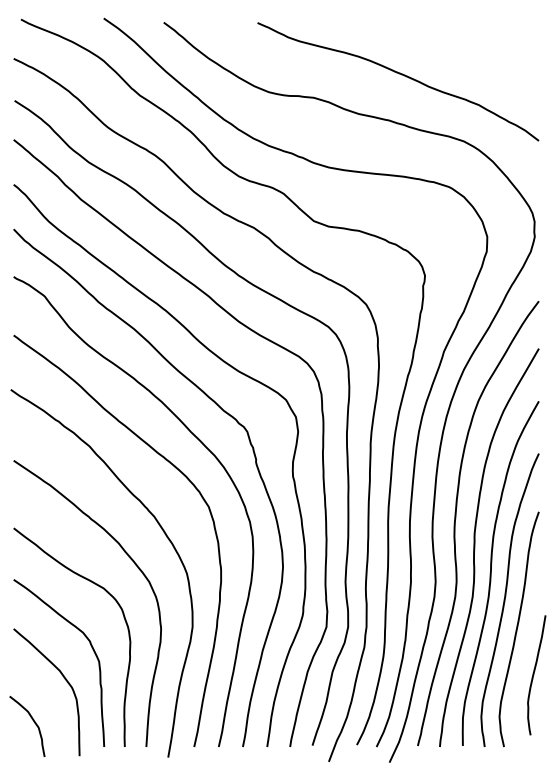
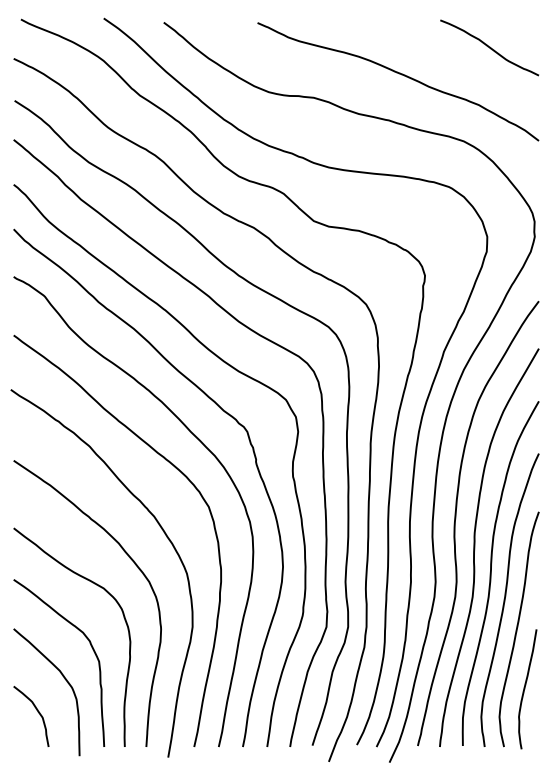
curve at (489, 47): none -> present
curve at (534, 675) position: (534, 675) -> (525, 689)
curve at (33, 722) position: (33, 722) -> (37, 712)
